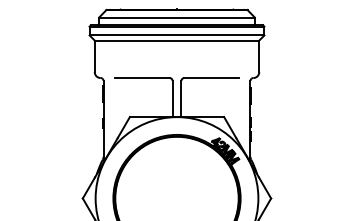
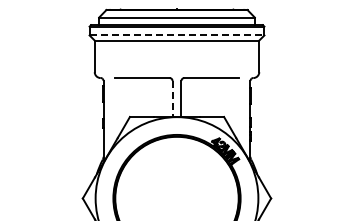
line at (177, 35): solid -> dashed
line at (172, 98): solid -> dashed
